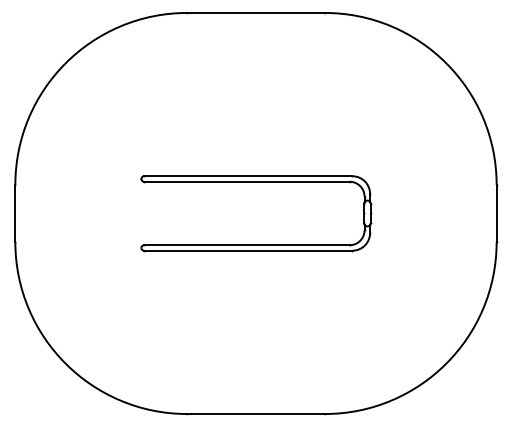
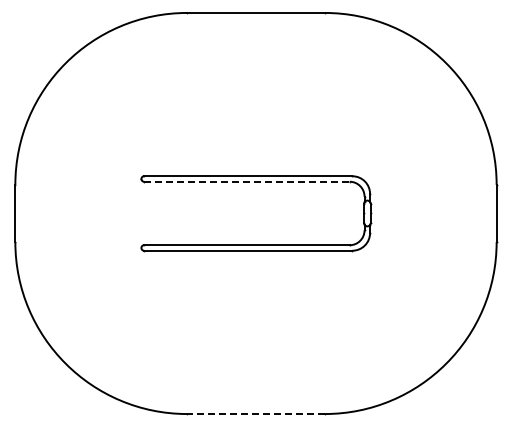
line at (246, 181): solid -> dashed
line at (256, 414): solid -> dashed
